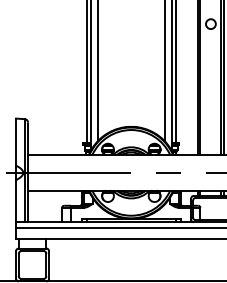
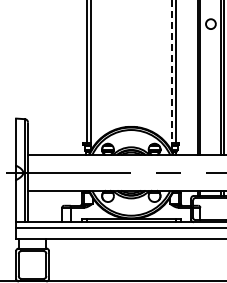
line at (98, 71): present -> none
line at (164, 71): present -> none
line at (171, 74): solid -> dashed
